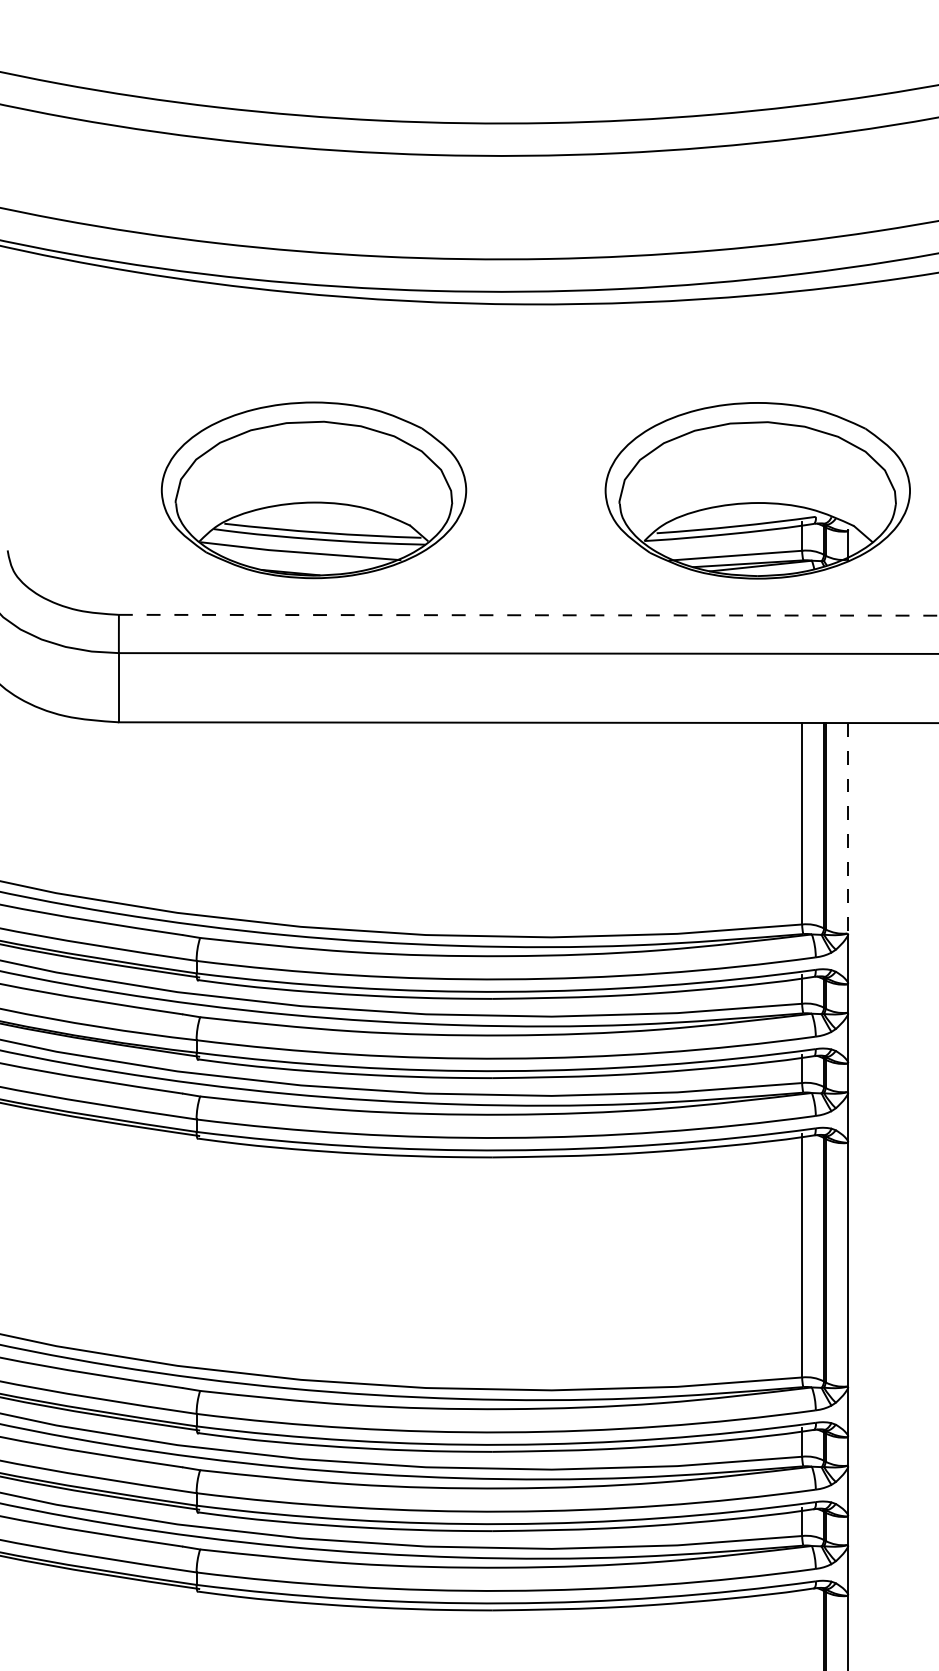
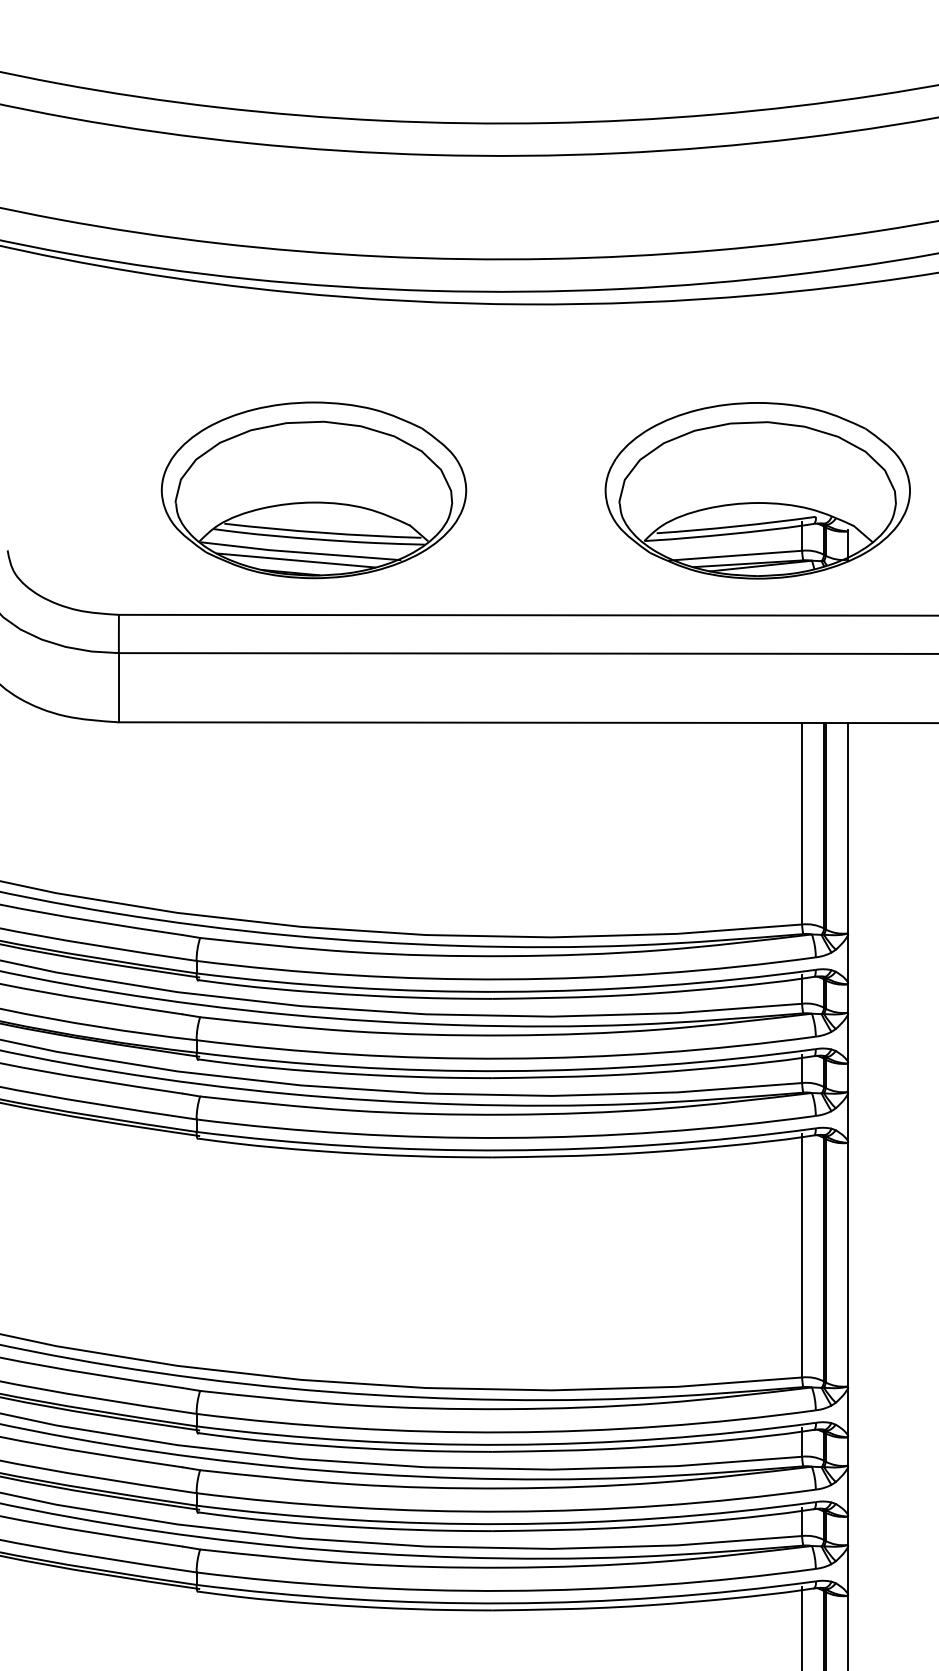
line at (296, 560): none -> present
line at (528, 615): dashed -> solid
line at (848, 829): dashed -> solid
line at (802, 1626): none -> present
